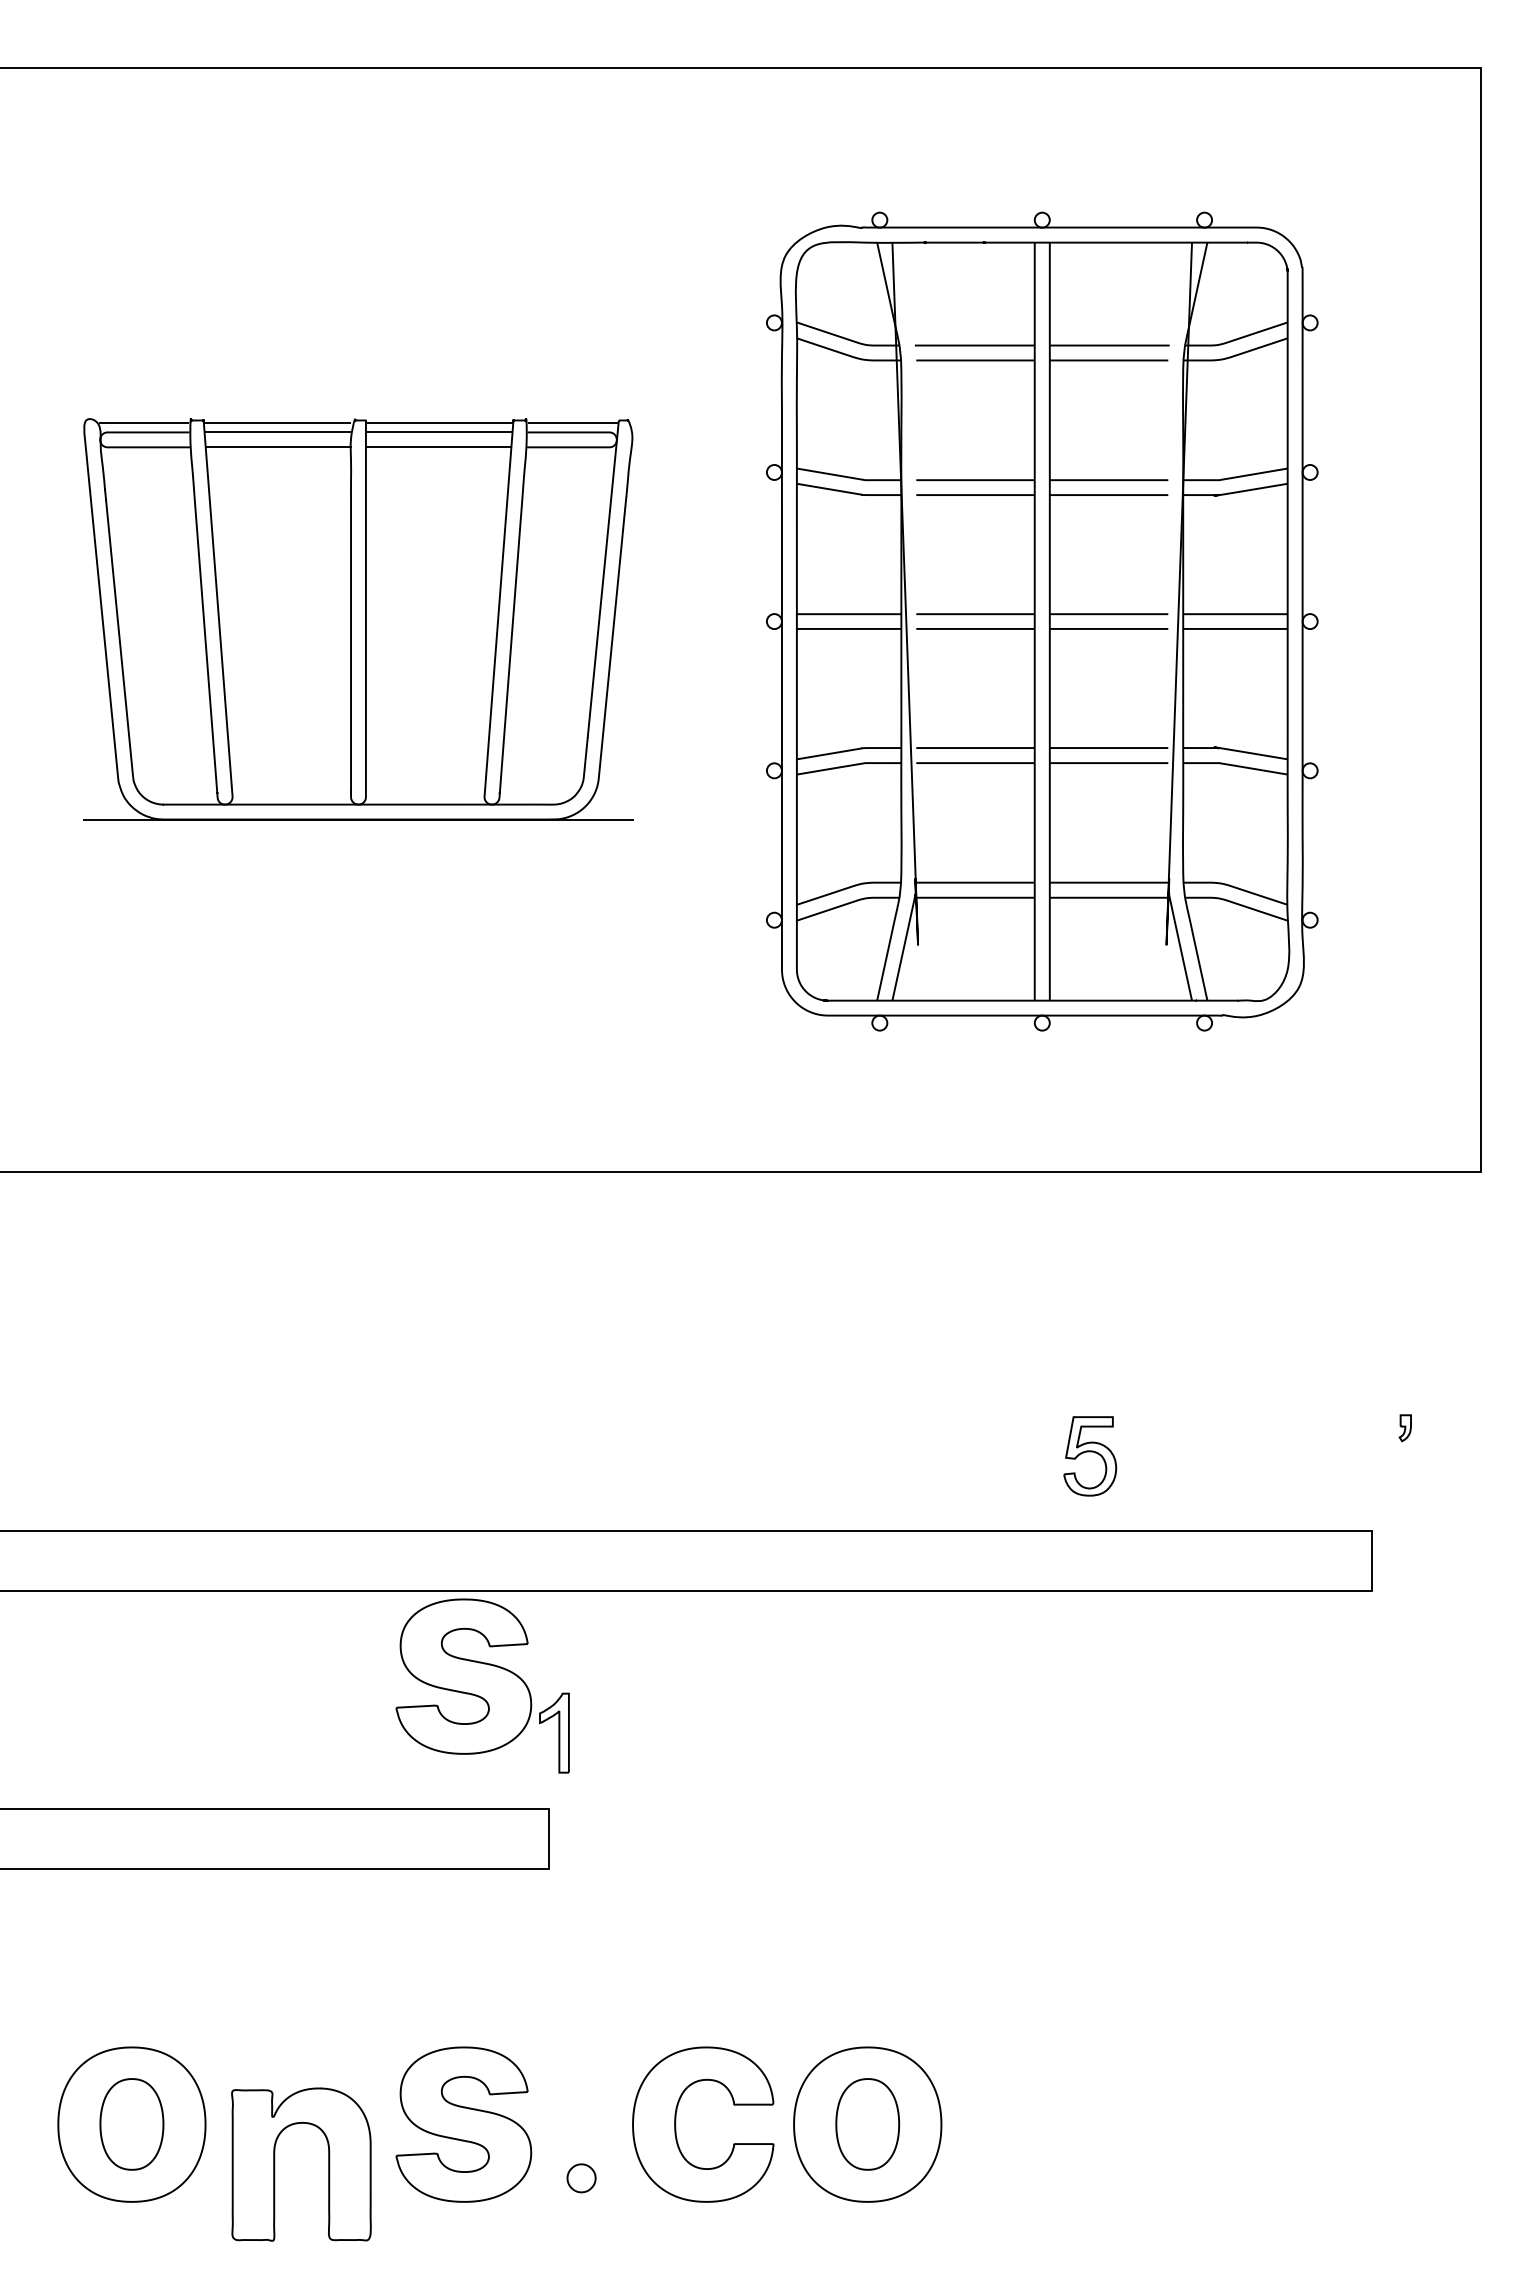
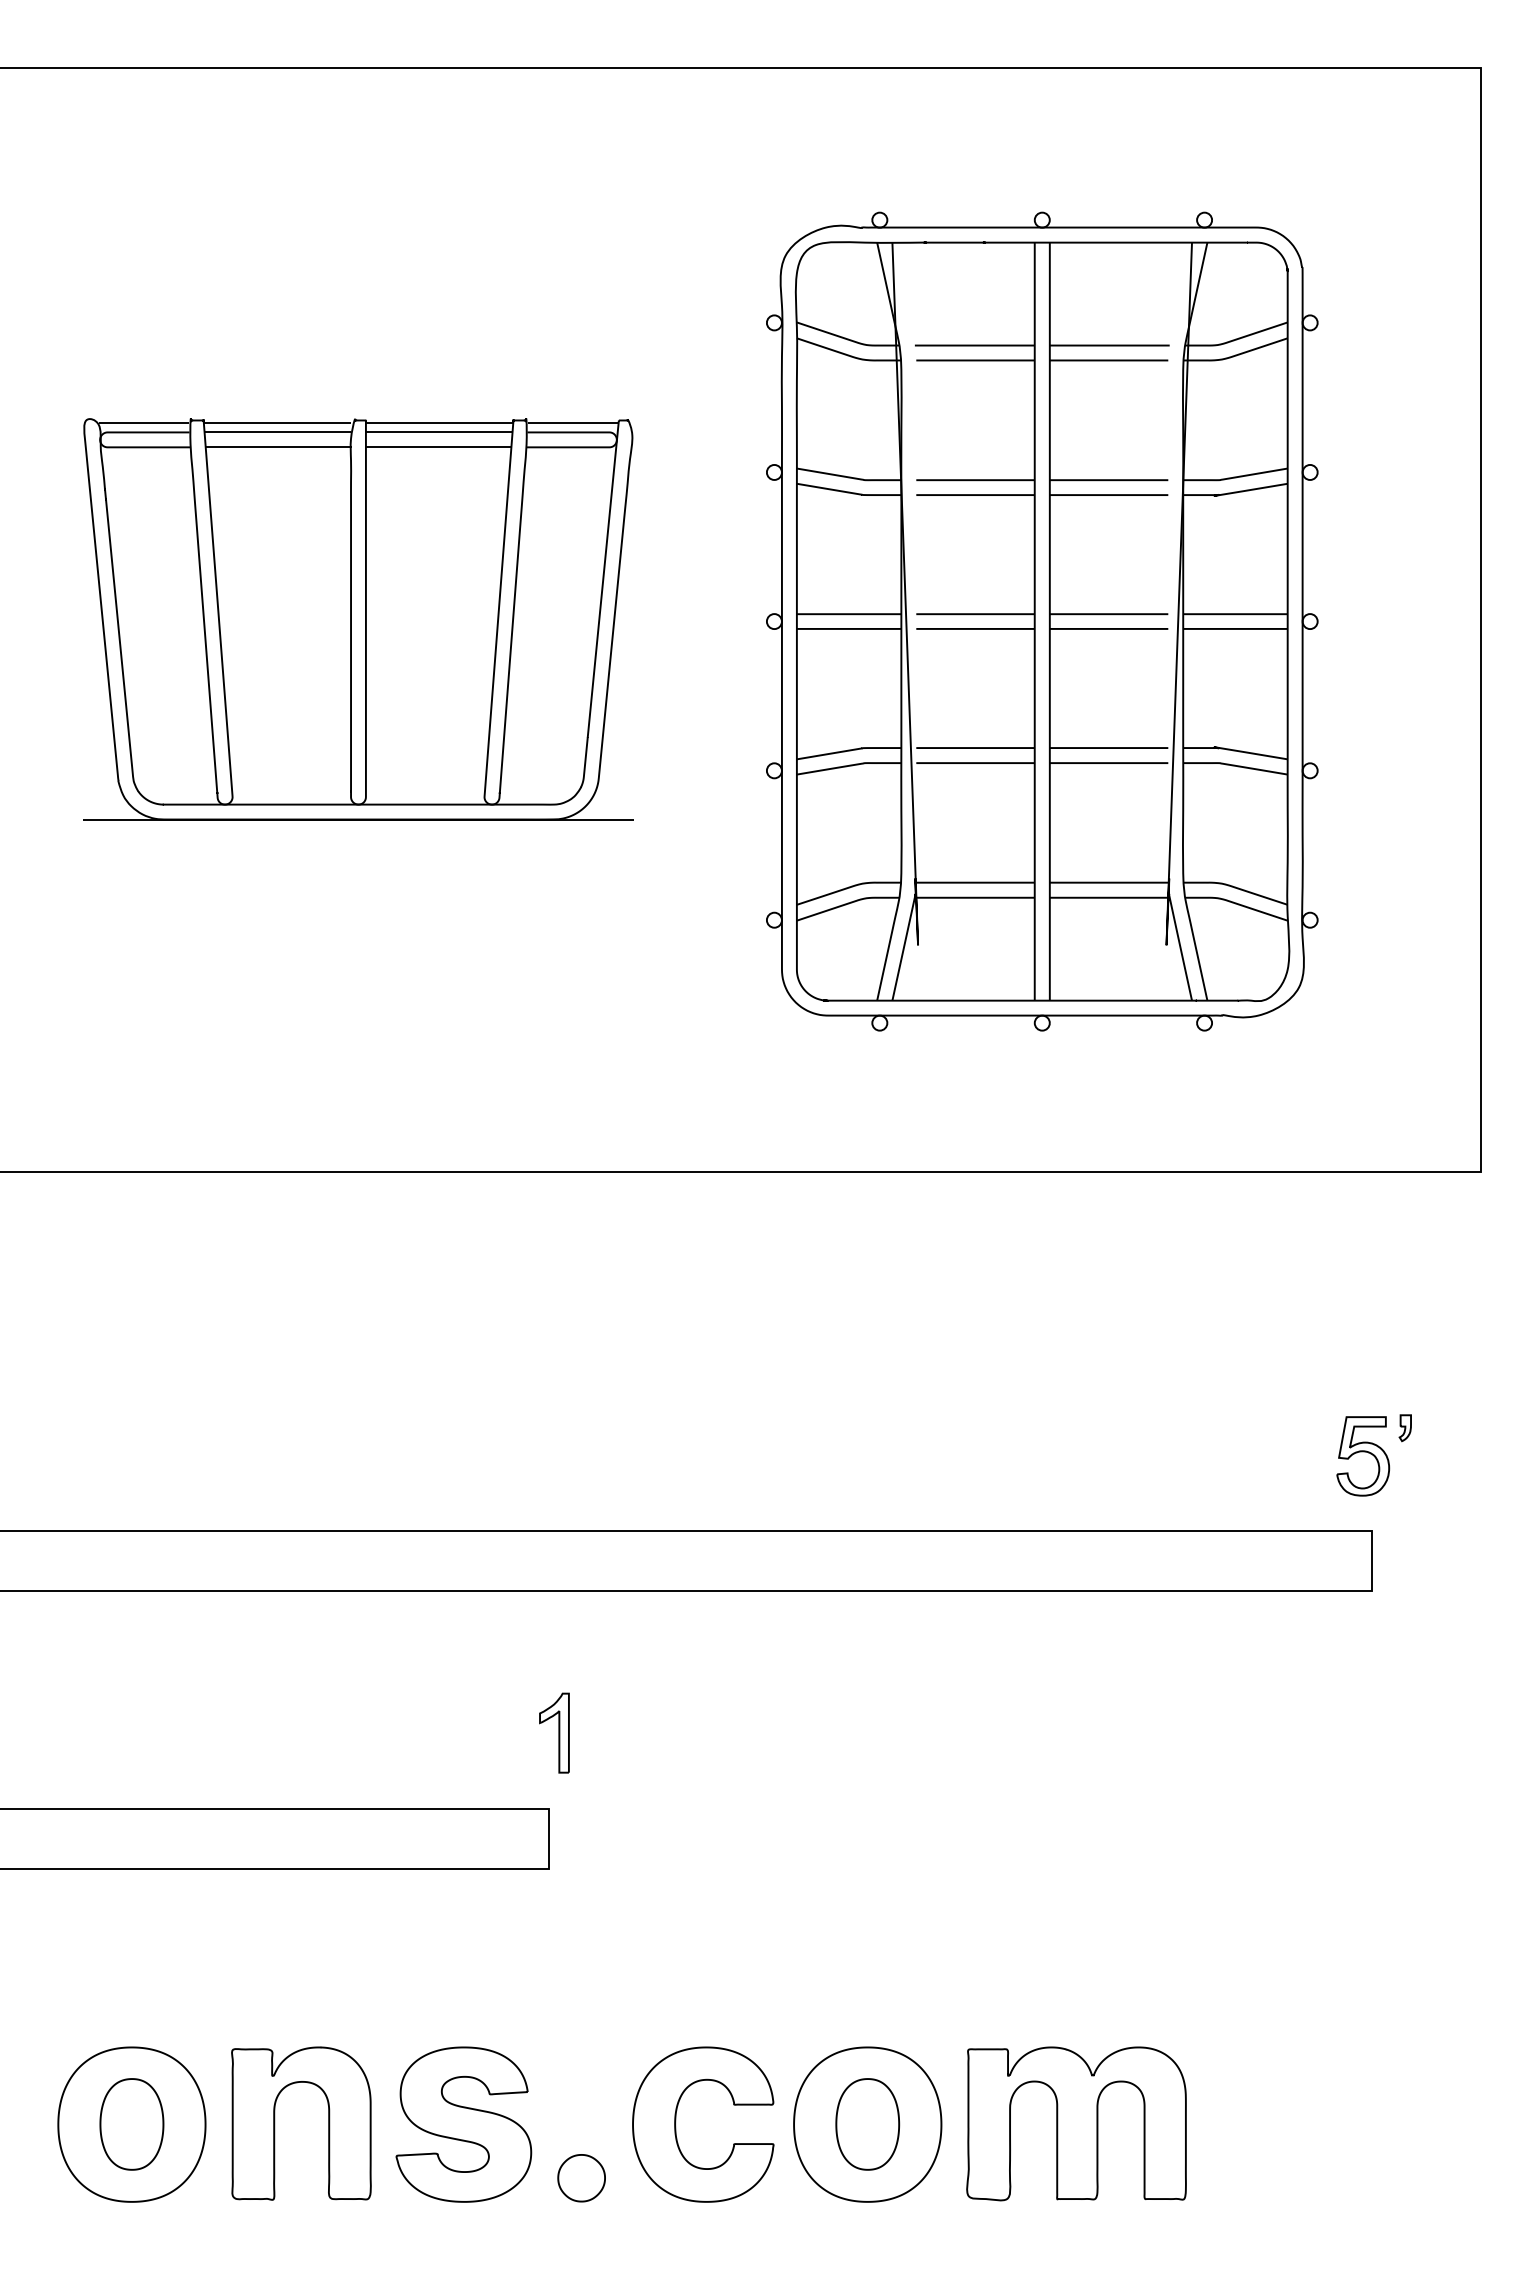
part at (1090, 1456) position: (1090, 1456) -> (1363, 1456)
part at (463, 1676): present -> none
part at (1076, 2123): none -> present
part at (275, 2164) position: (275, 2164) -> (275, 2123)
part at (581, 2178) size: 31x31 px -> 49x49 px
